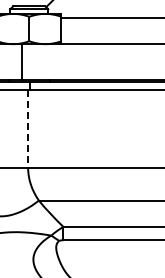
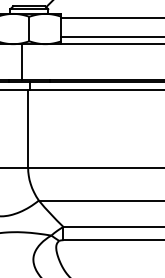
line at (111, 36): none -> present
line at (28, 129): dashed -> solid
